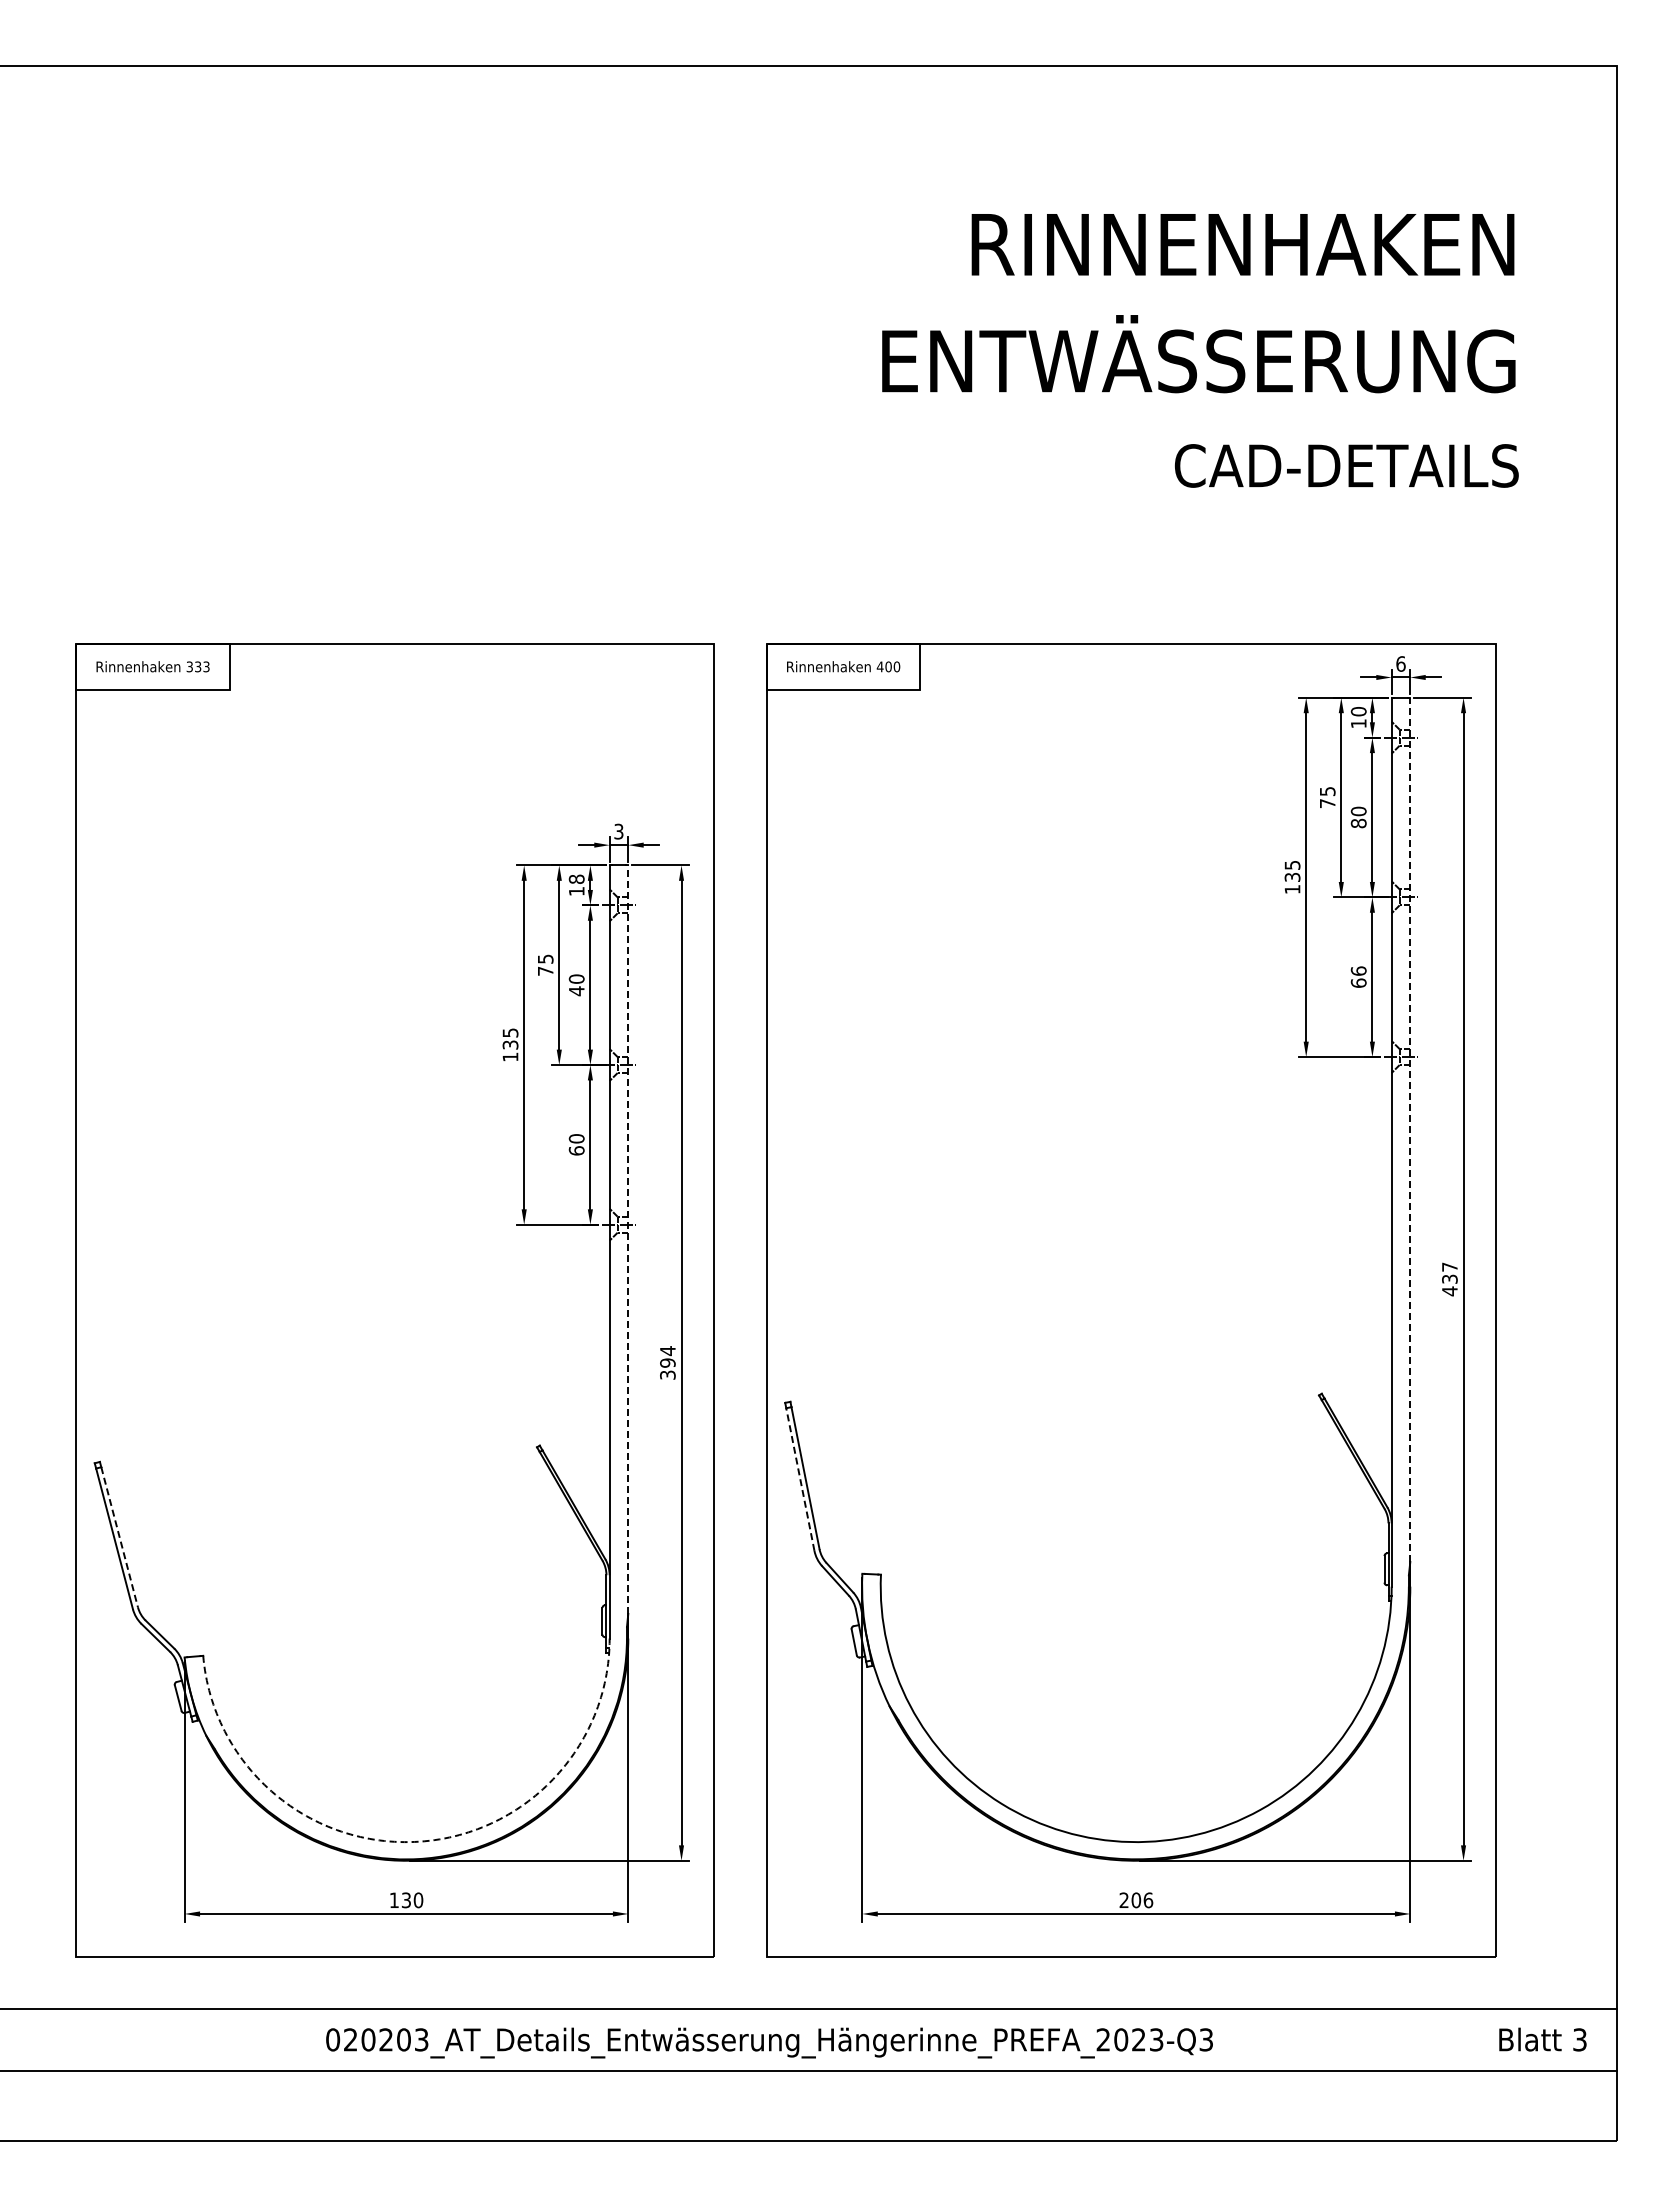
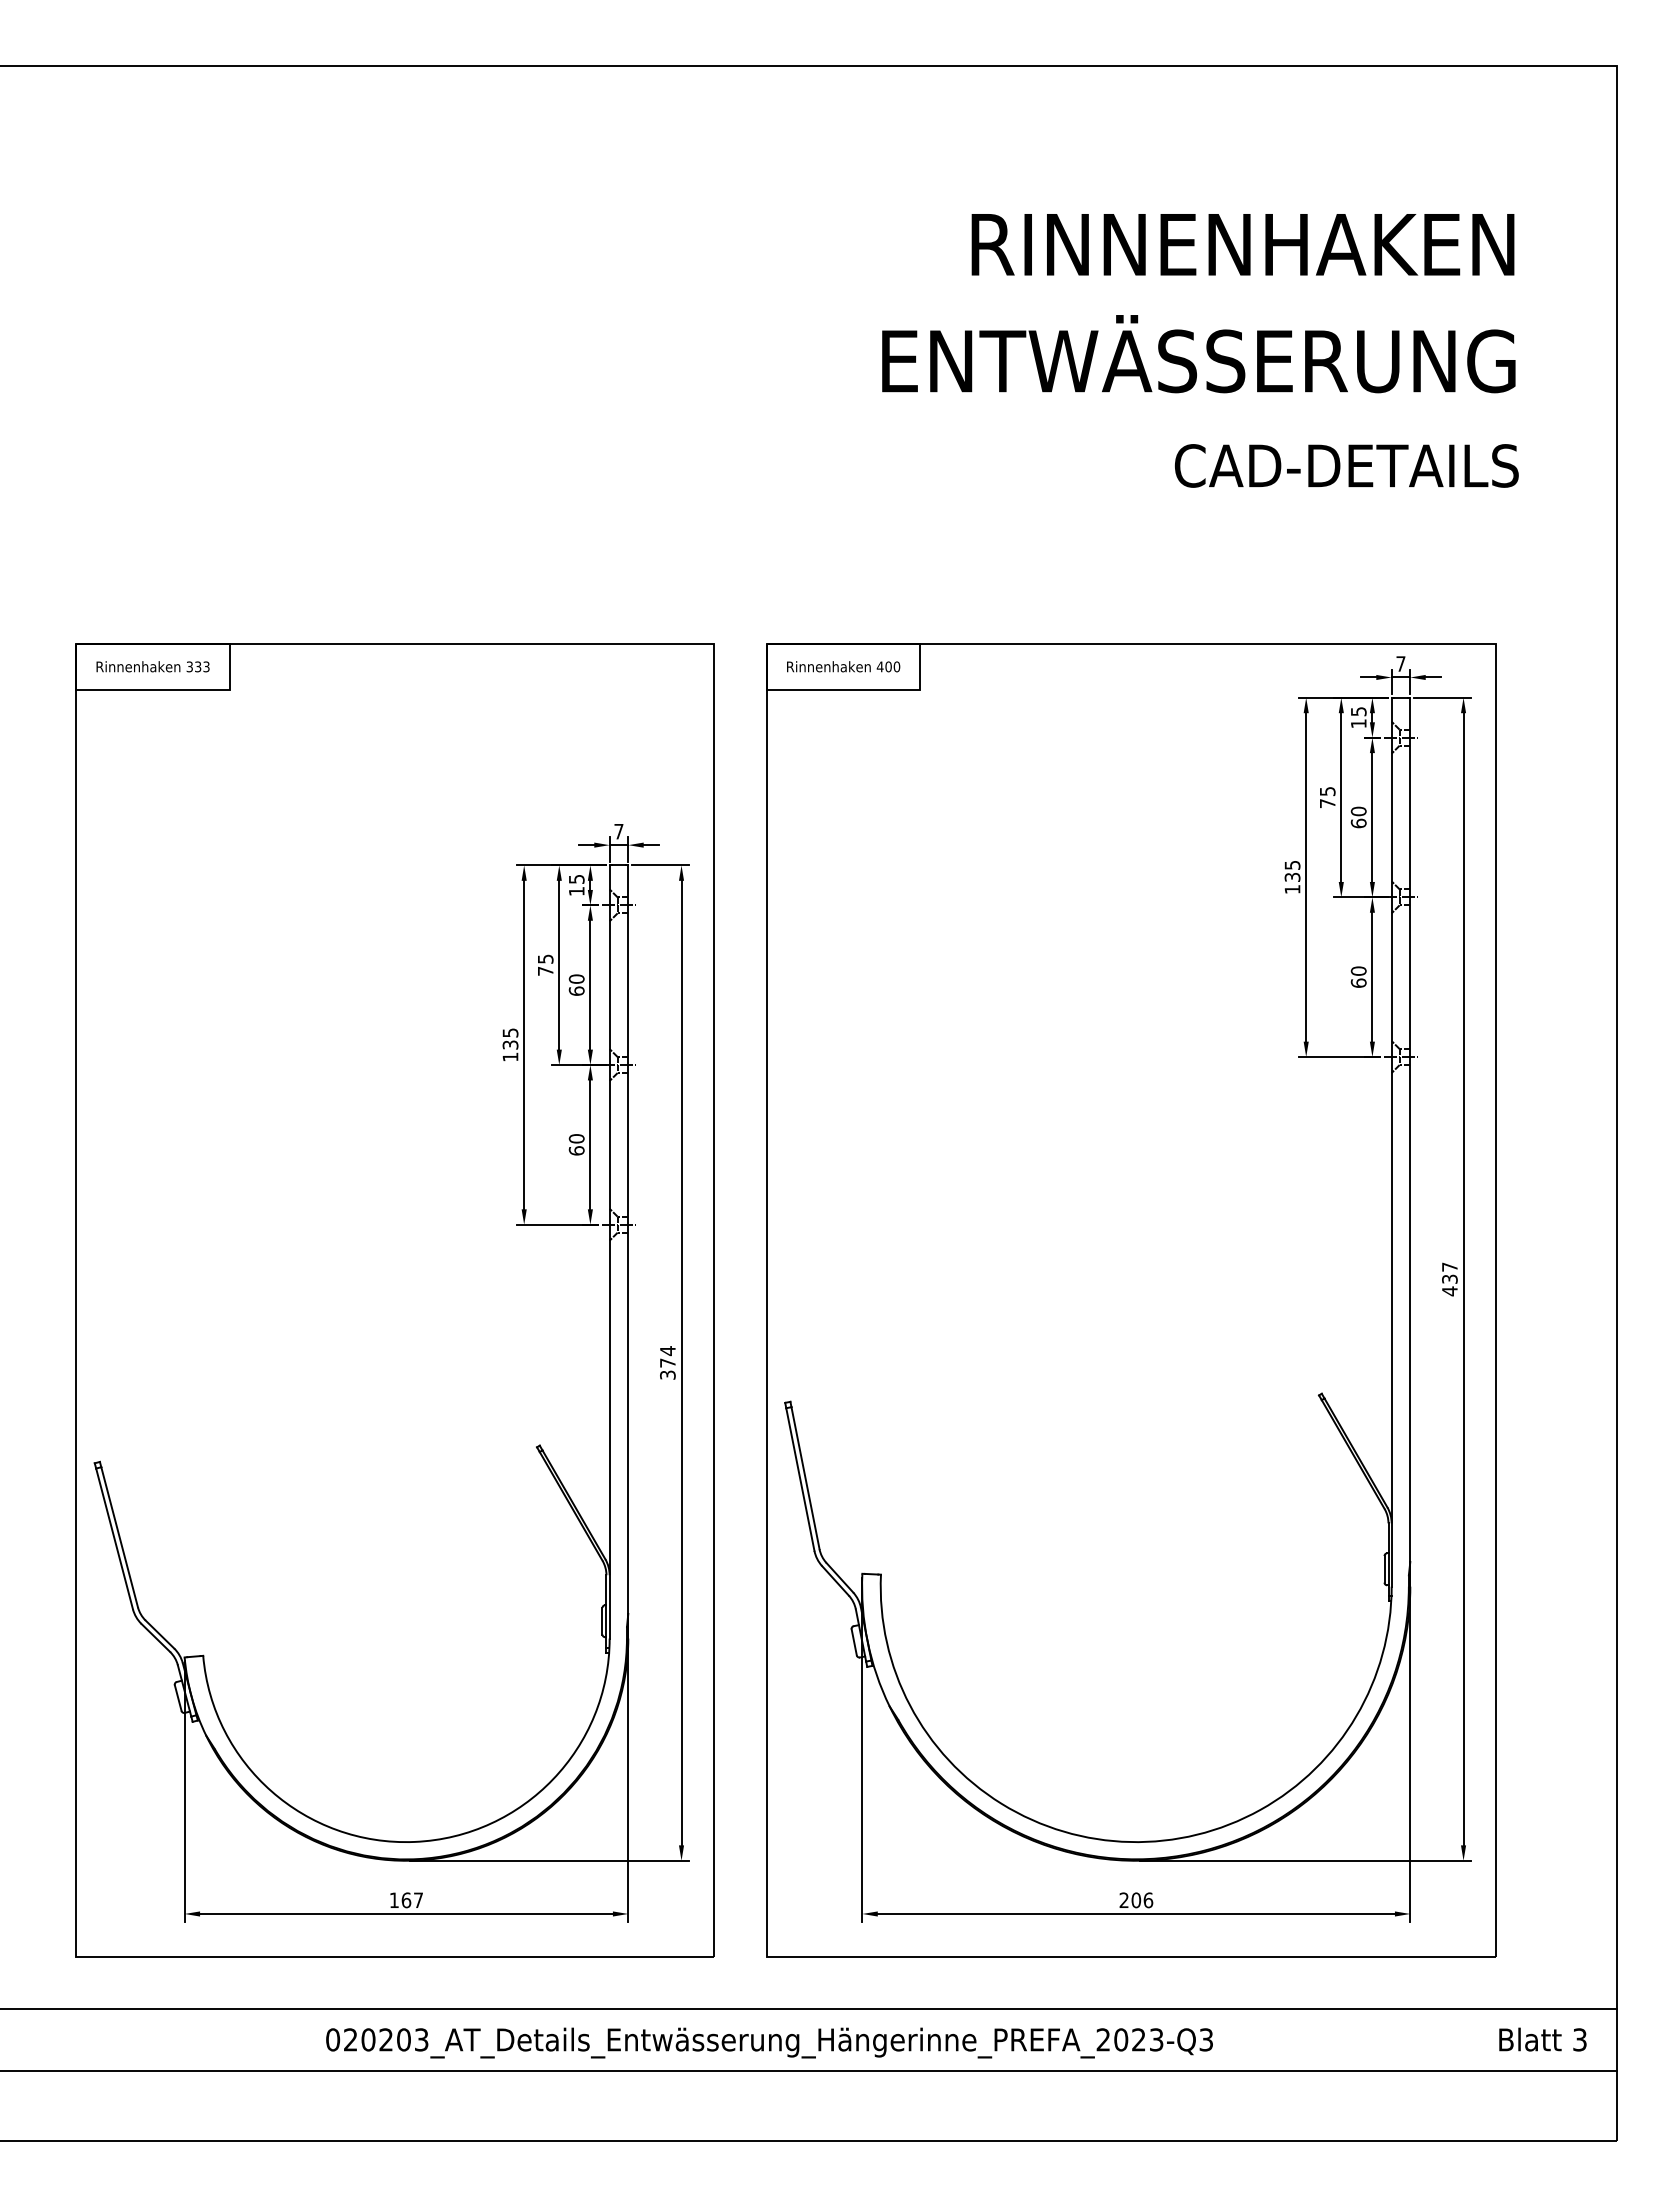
text at (1400, 663): 6 -> 7
text at (1358, 711): 10 -> 15
text at (1358, 823): 80 -> 60
text at (618, 831): 3 -> 7
text at (576, 878): 18 -> 15
text at (1358, 970): 66 -> 60
text at (576, 991): 40 -> 60
line at (1410, 1129): dashed -> solid
line at (628, 1239): dashed -> solid
text at (667, 1362): 394 -> 374
line at (800, 1479): dashed -> solid
line at (119, 1537): dashed -> solid
arc at (414, 1841): dashed -> solid
text at (412, 1900): 130 -> 167
